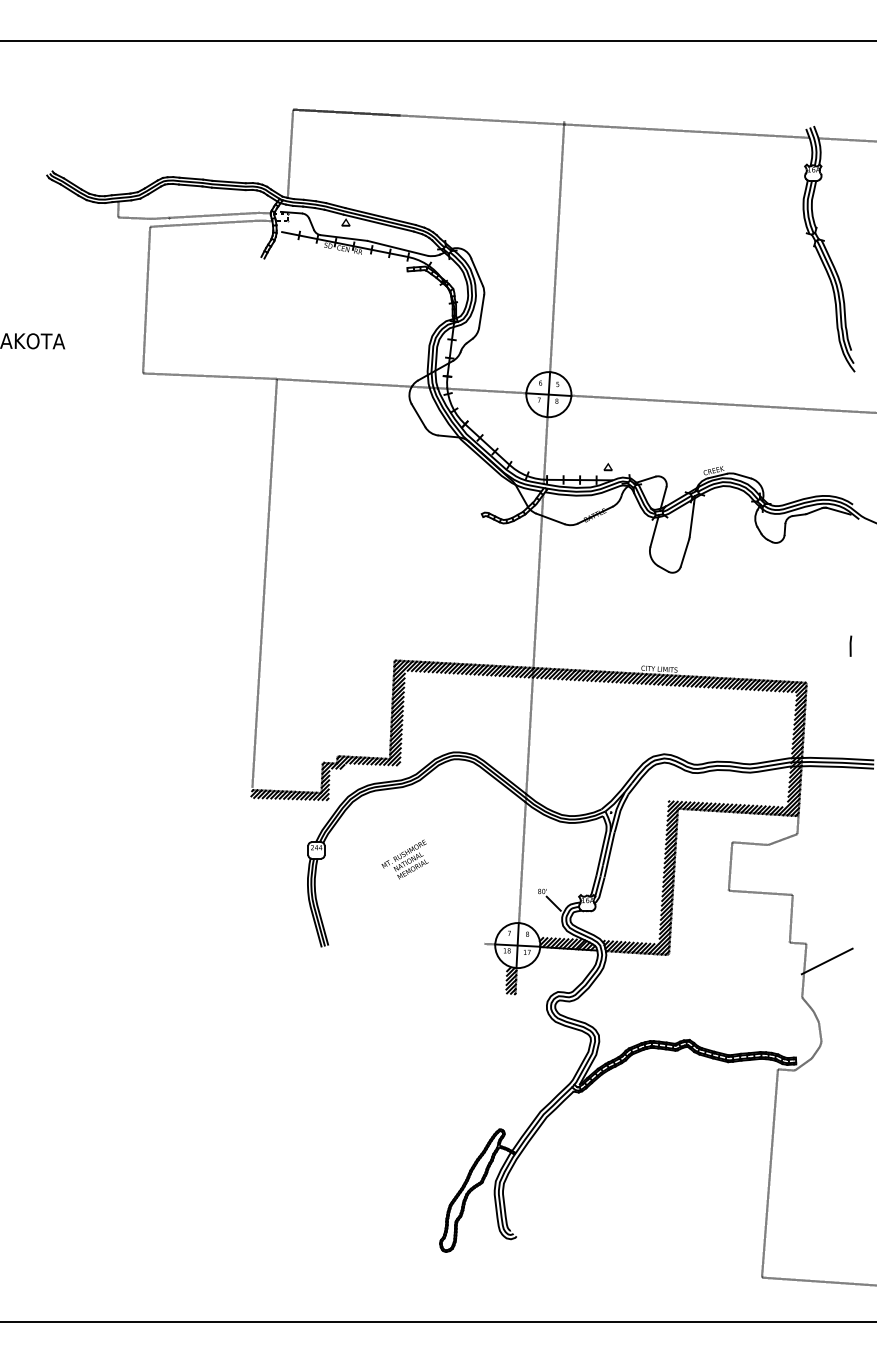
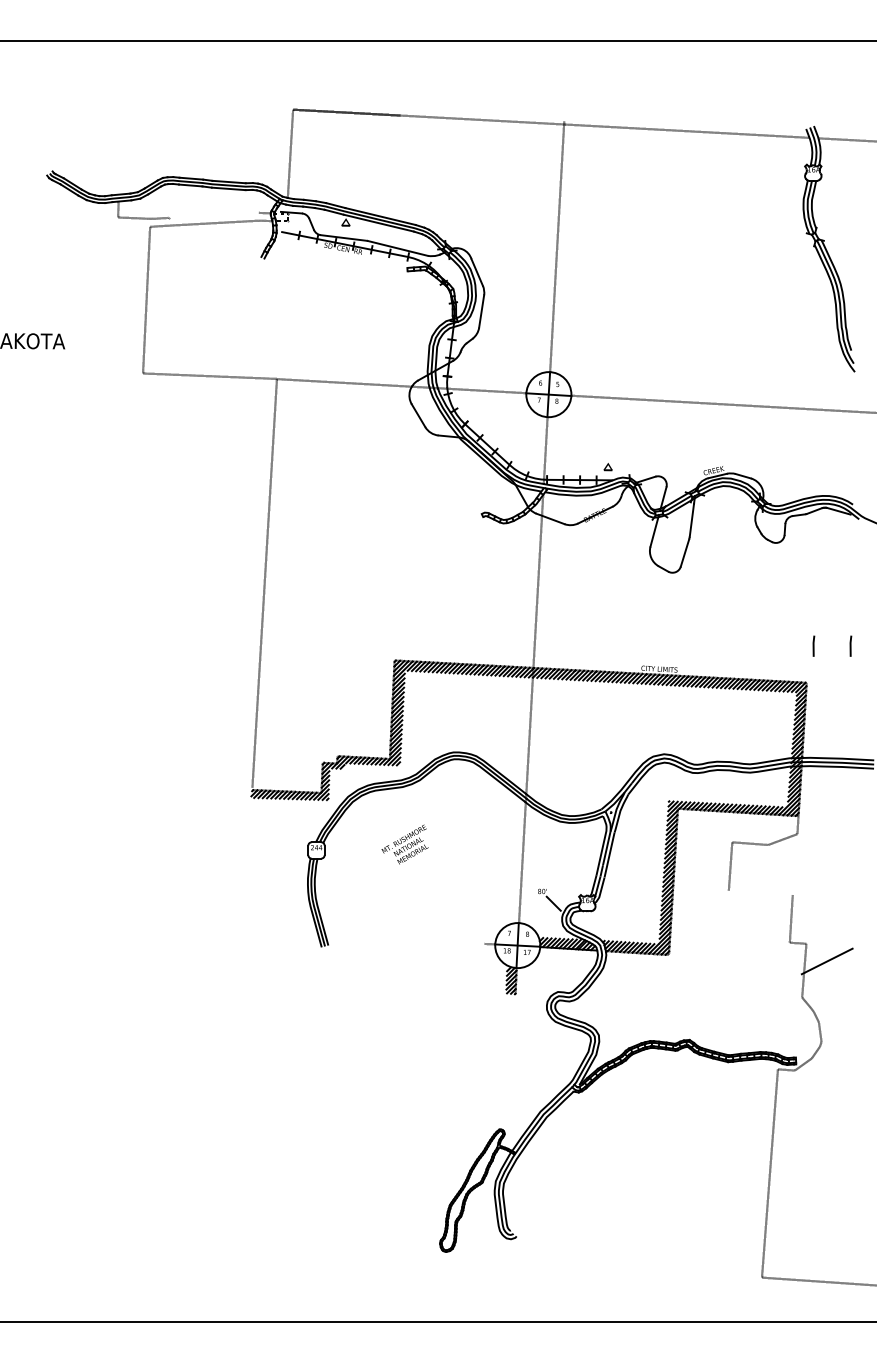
line at (213, 214): present -> none
line at (813, 645): none -> present
text at (404, 859) position: (404, 859) -> (404, 844)
line at (760, 892): present -> none
